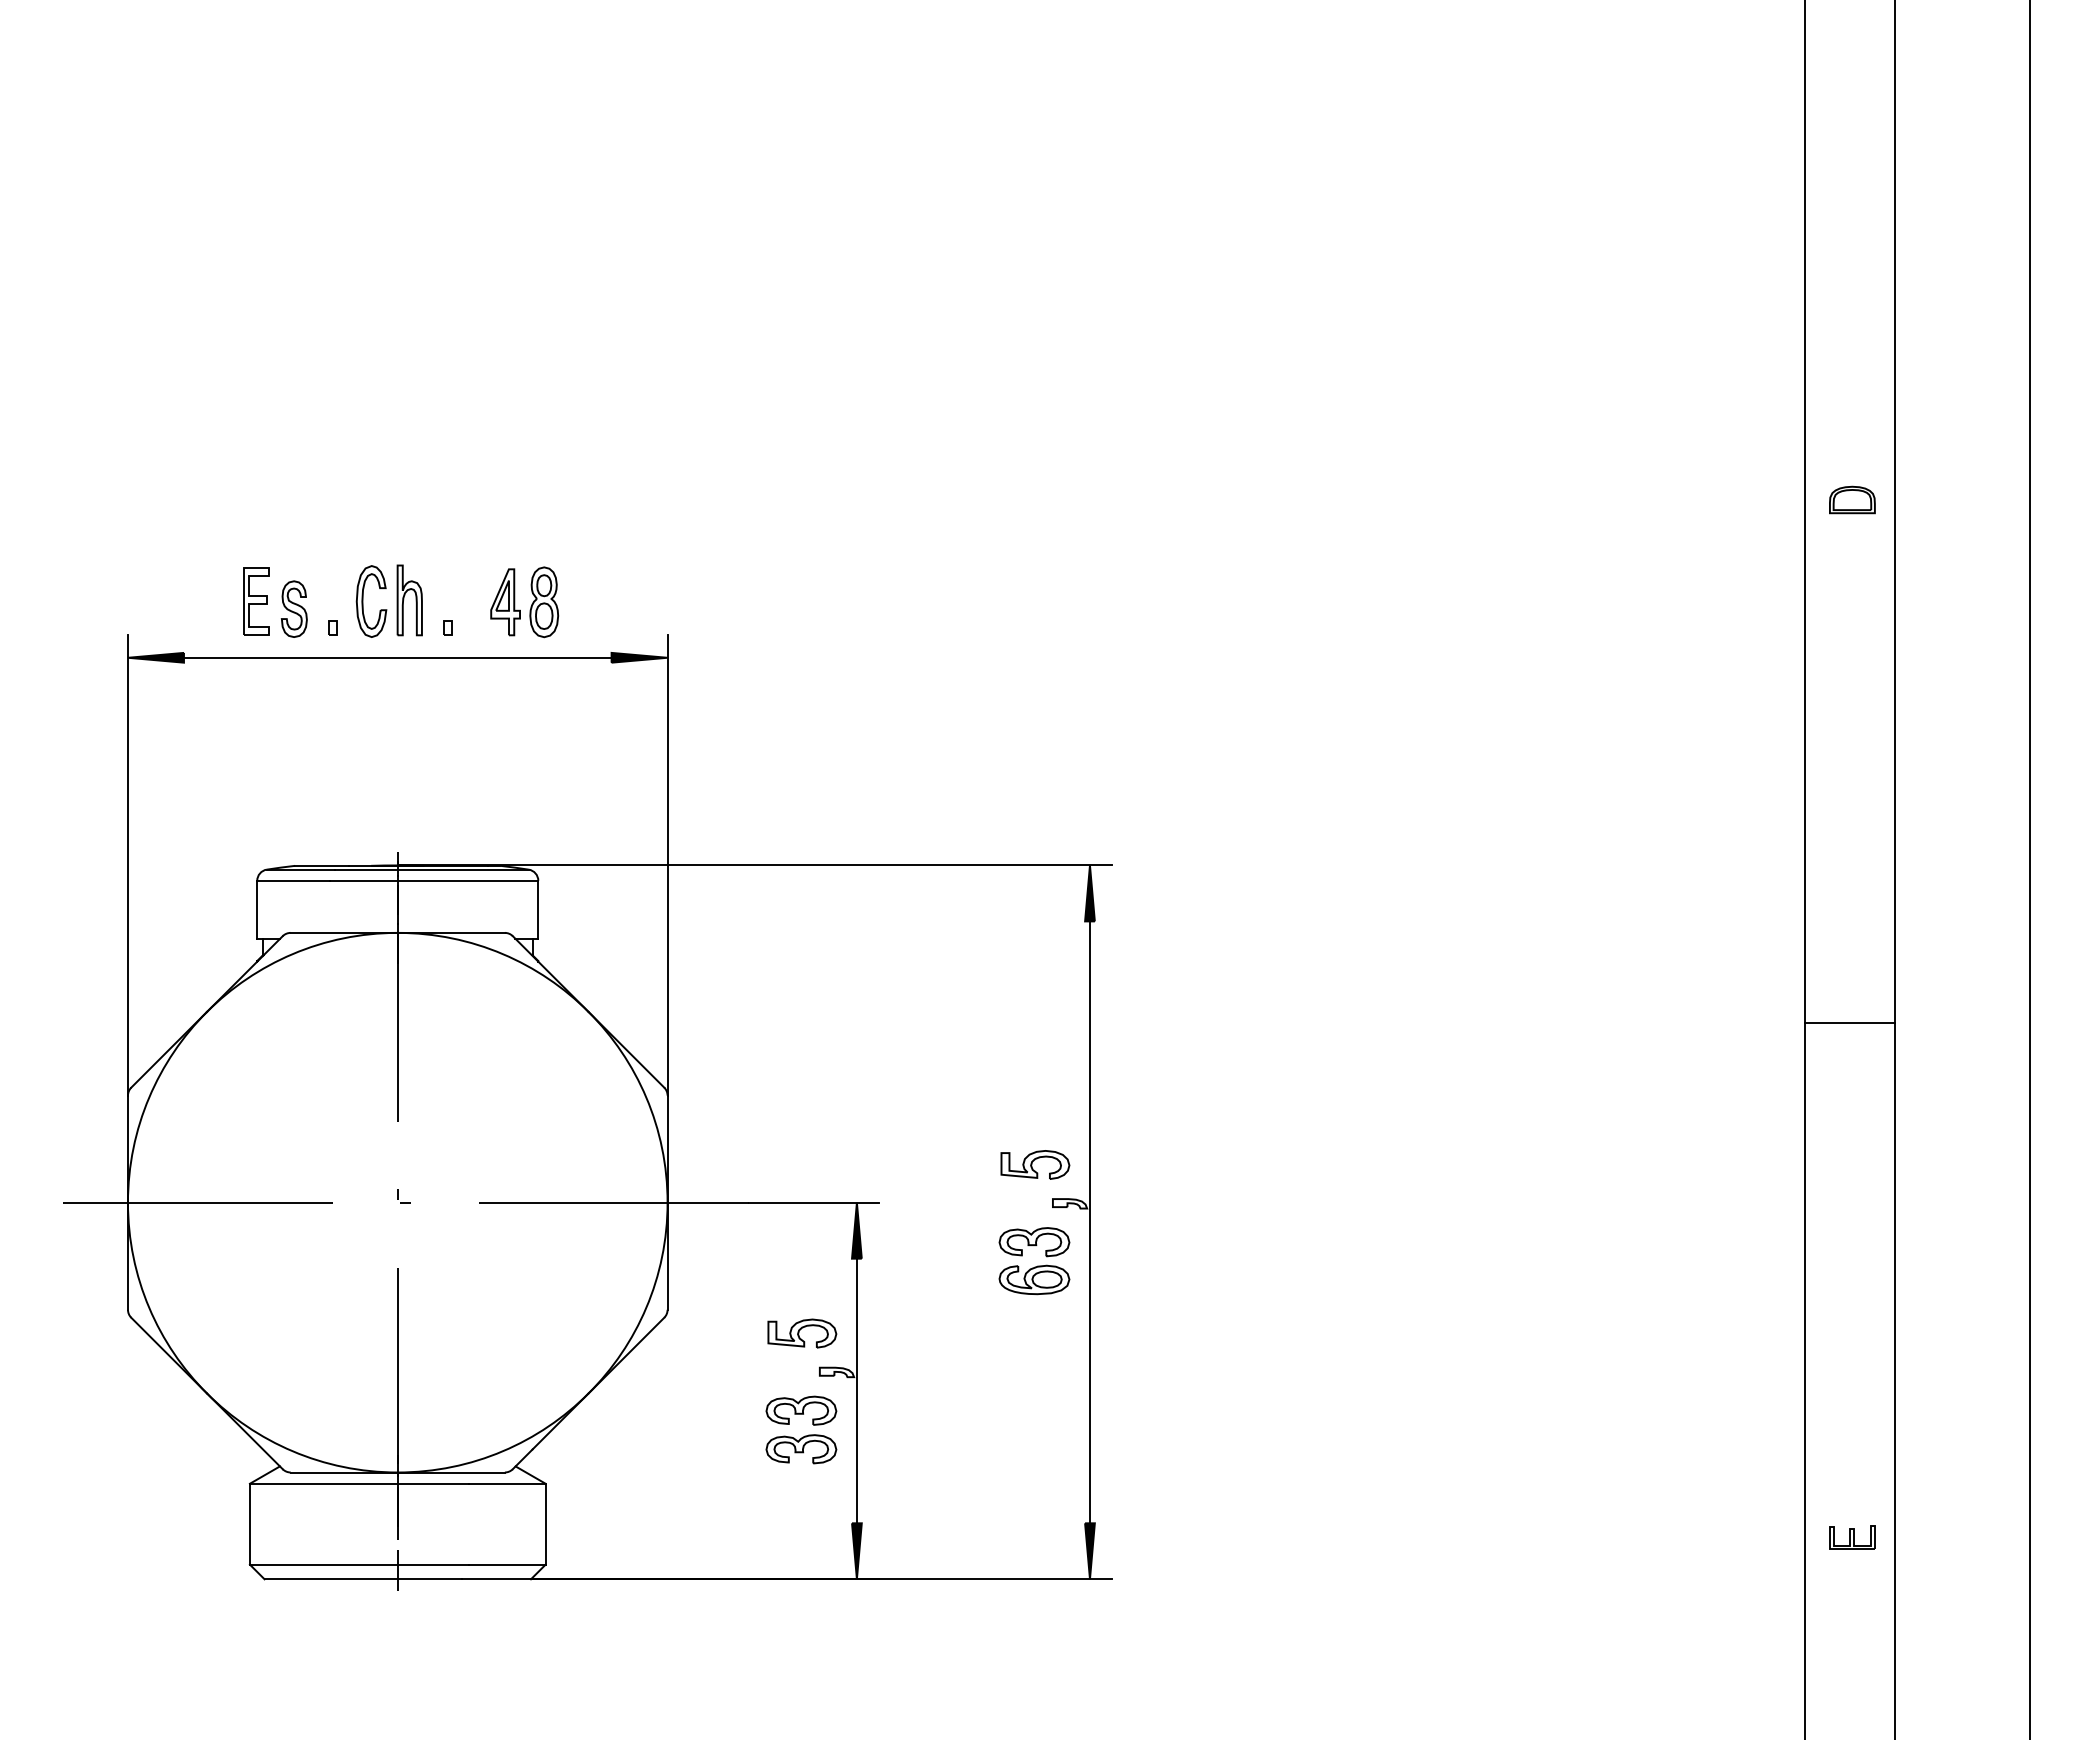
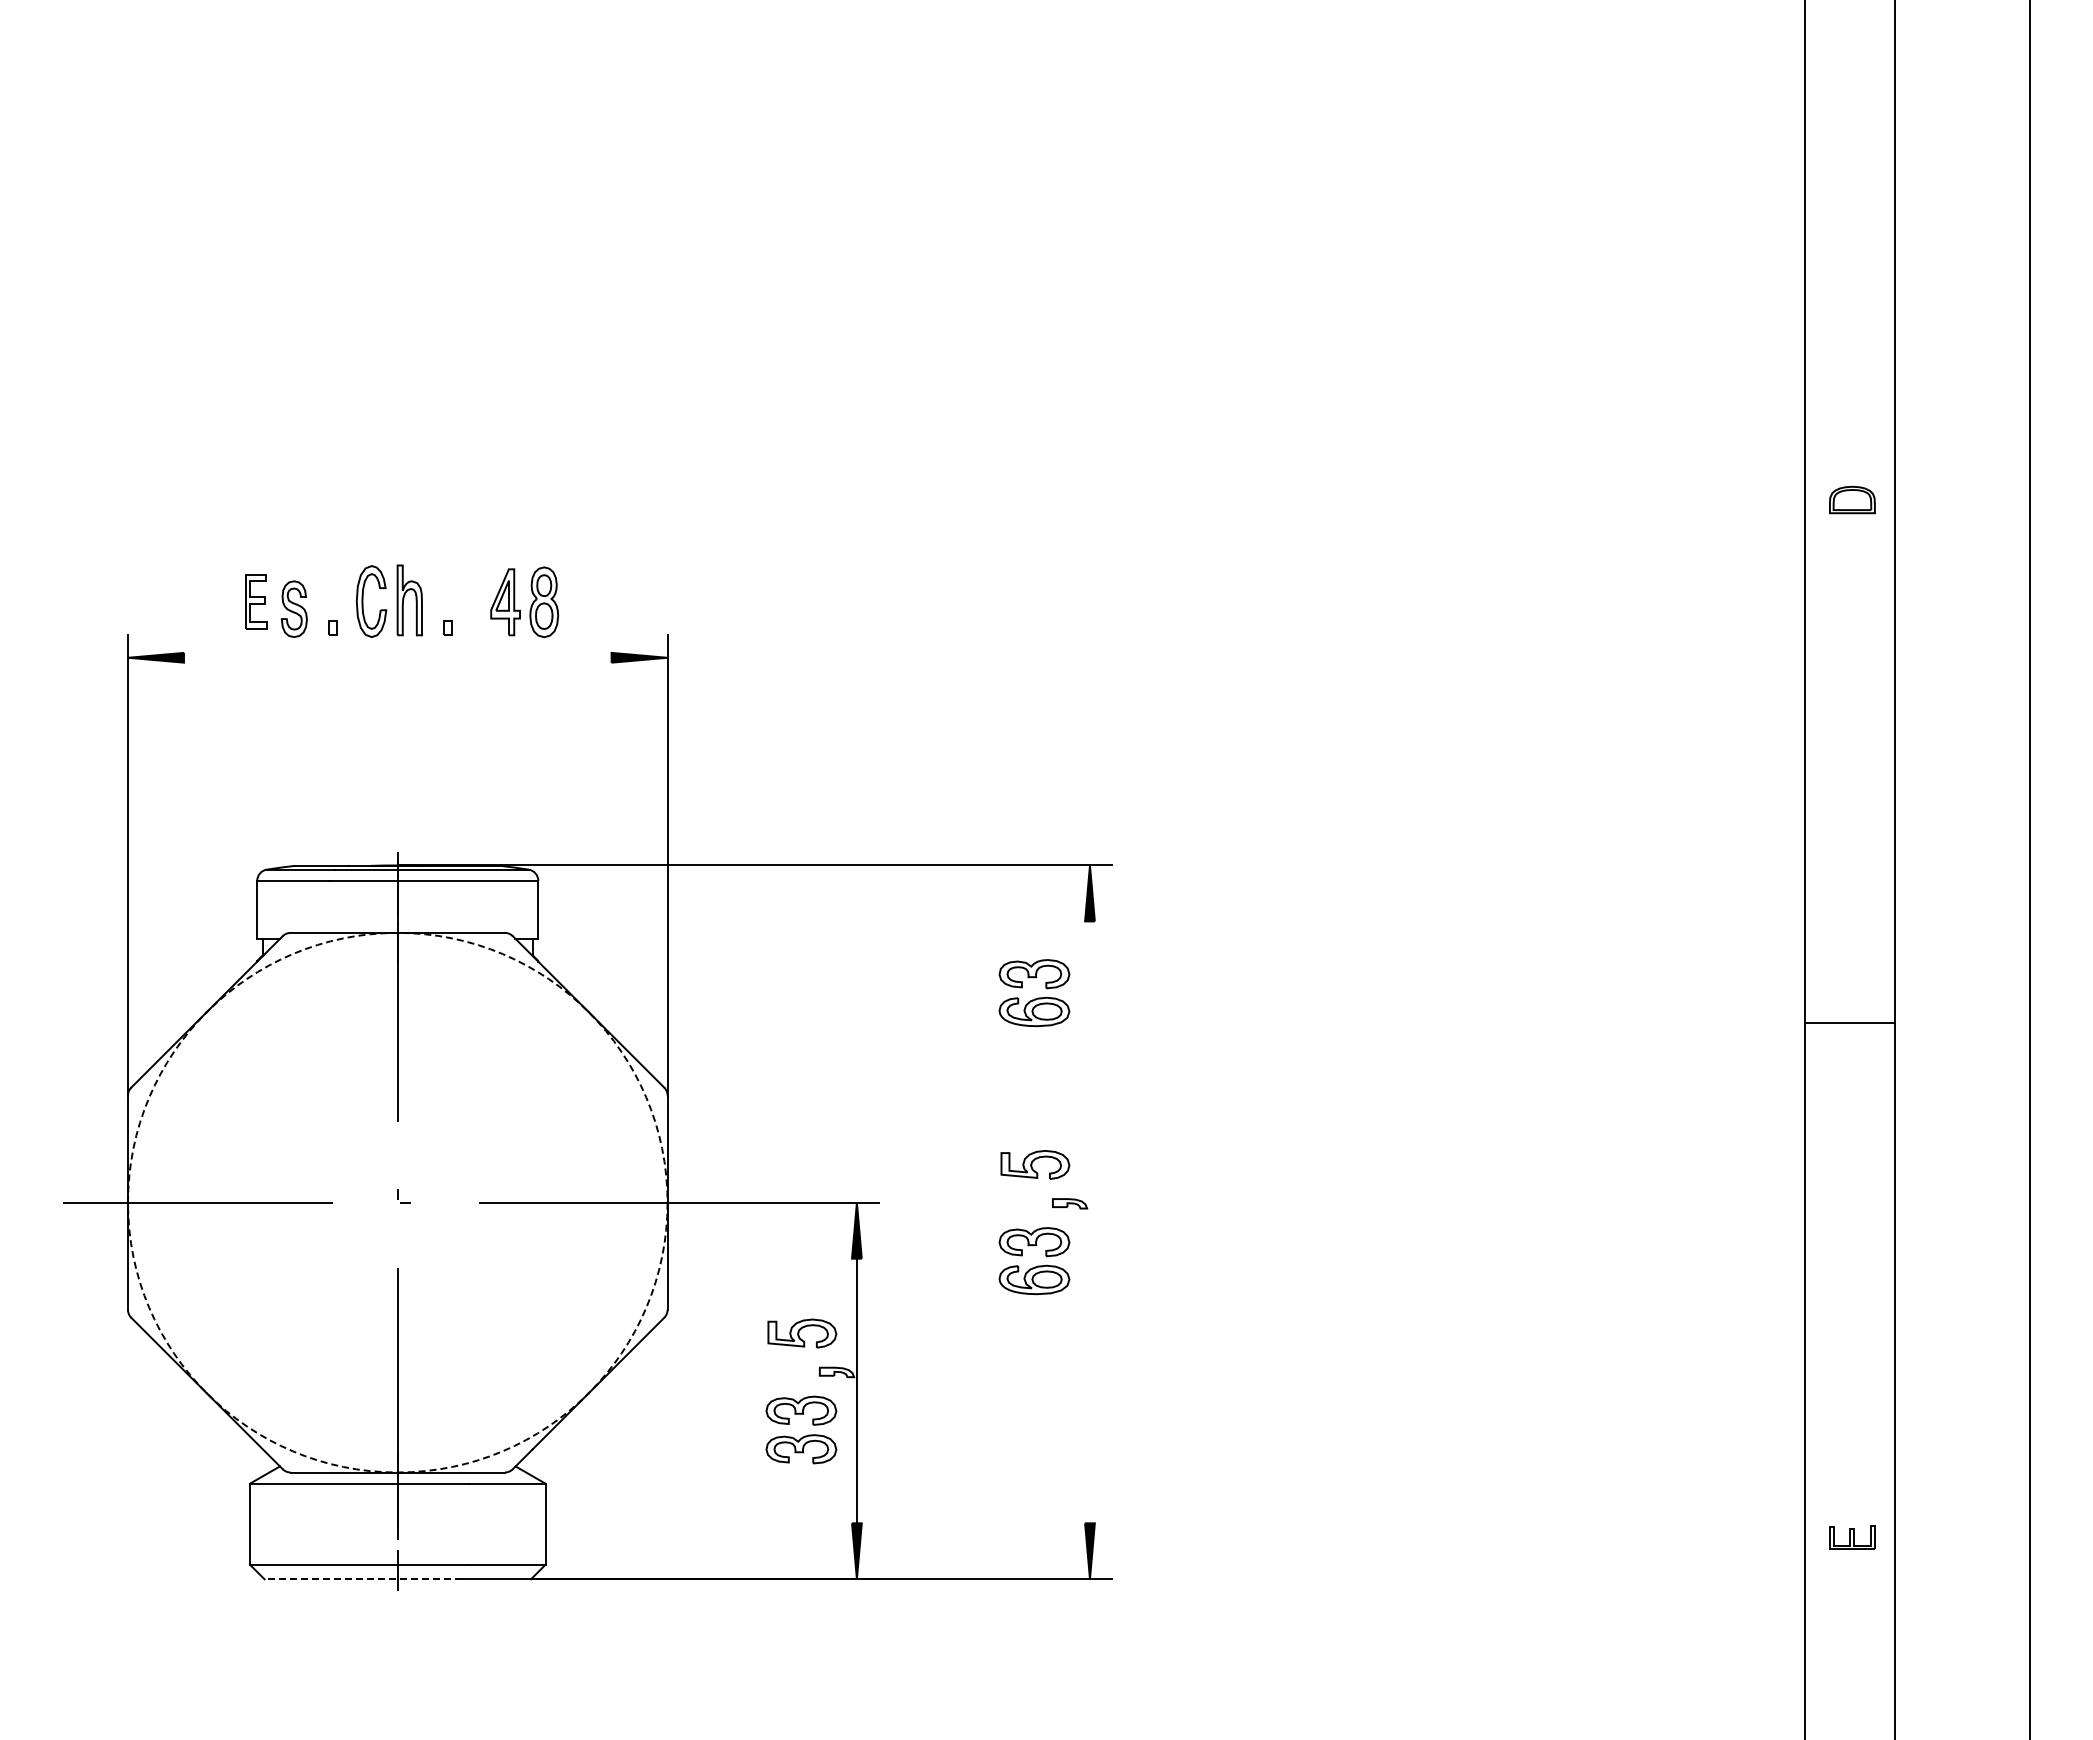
part at (256, 601) size: 27x69 px -> 23x56 px
line at (397, 657): present -> none
part at (1034, 993): none -> present
circle at (397, 1202): solid -> dashed
line at (1089, 1222): present -> none
line at (363, 1579): solid -> dashed
